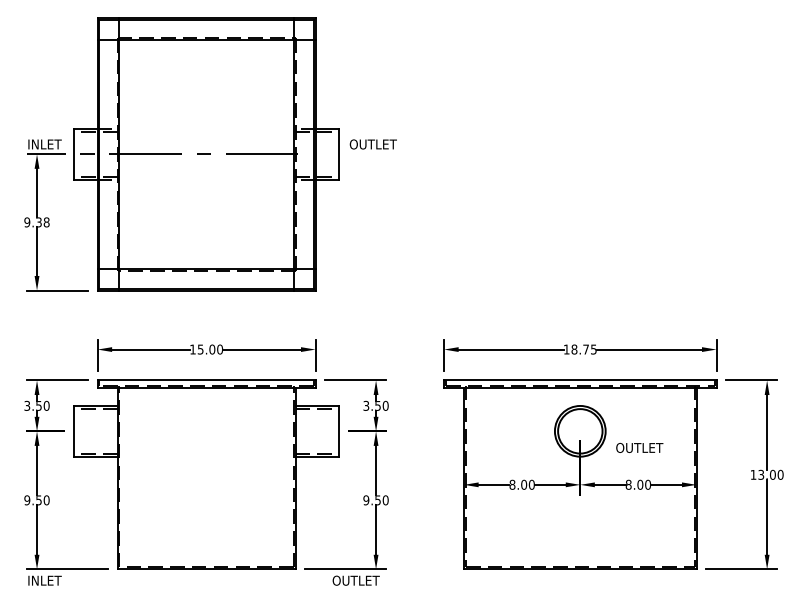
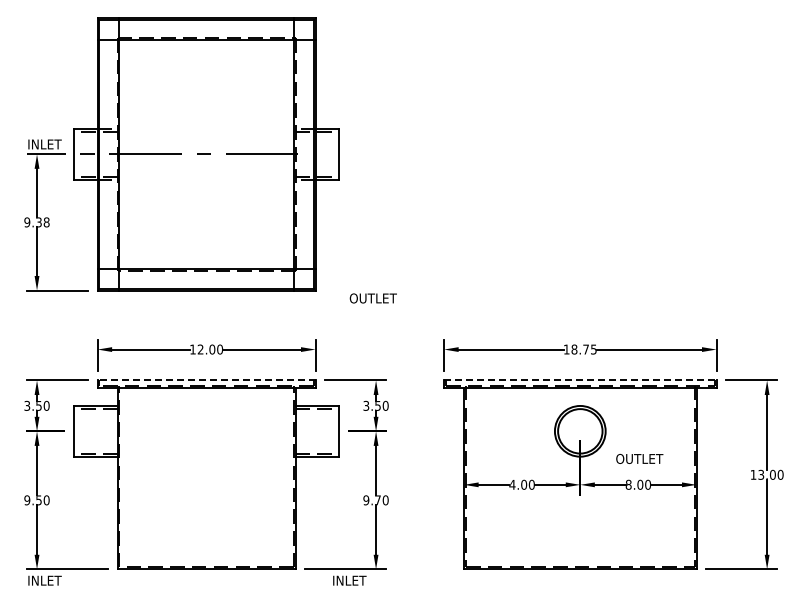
text at (372, 144) position: (372, 144) -> (372, 298)
text at (200, 349): 15.00 -> 12.00
line at (206, 380): solid -> dashed
line at (580, 380): solid -> dashed
text at (639, 447) position: (639, 447) -> (639, 458)
text at (512, 484): 8.00 -> 4.00
text at (377, 500): 9.50 -> 9.70
text at (355, 580): OUTLET -> INLET
